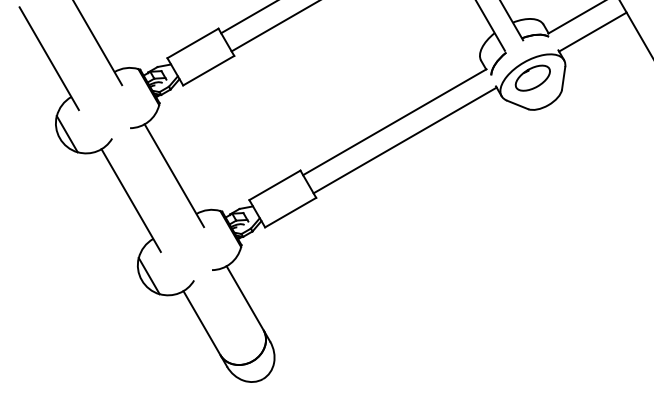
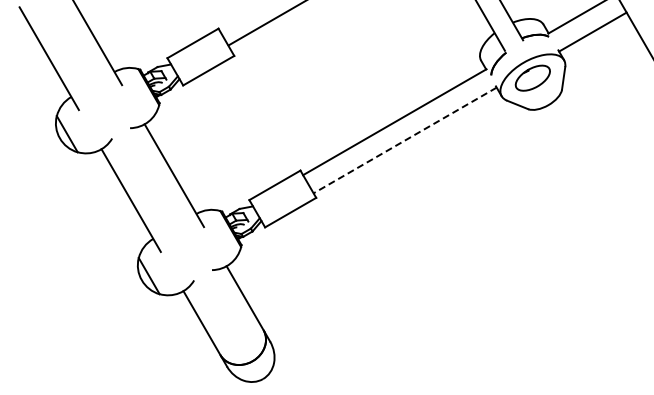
line at (248, 17): present -> none
line at (273, 26) position: (273, 26) -> (265, 23)
line at (405, 140): solid -> dashed
